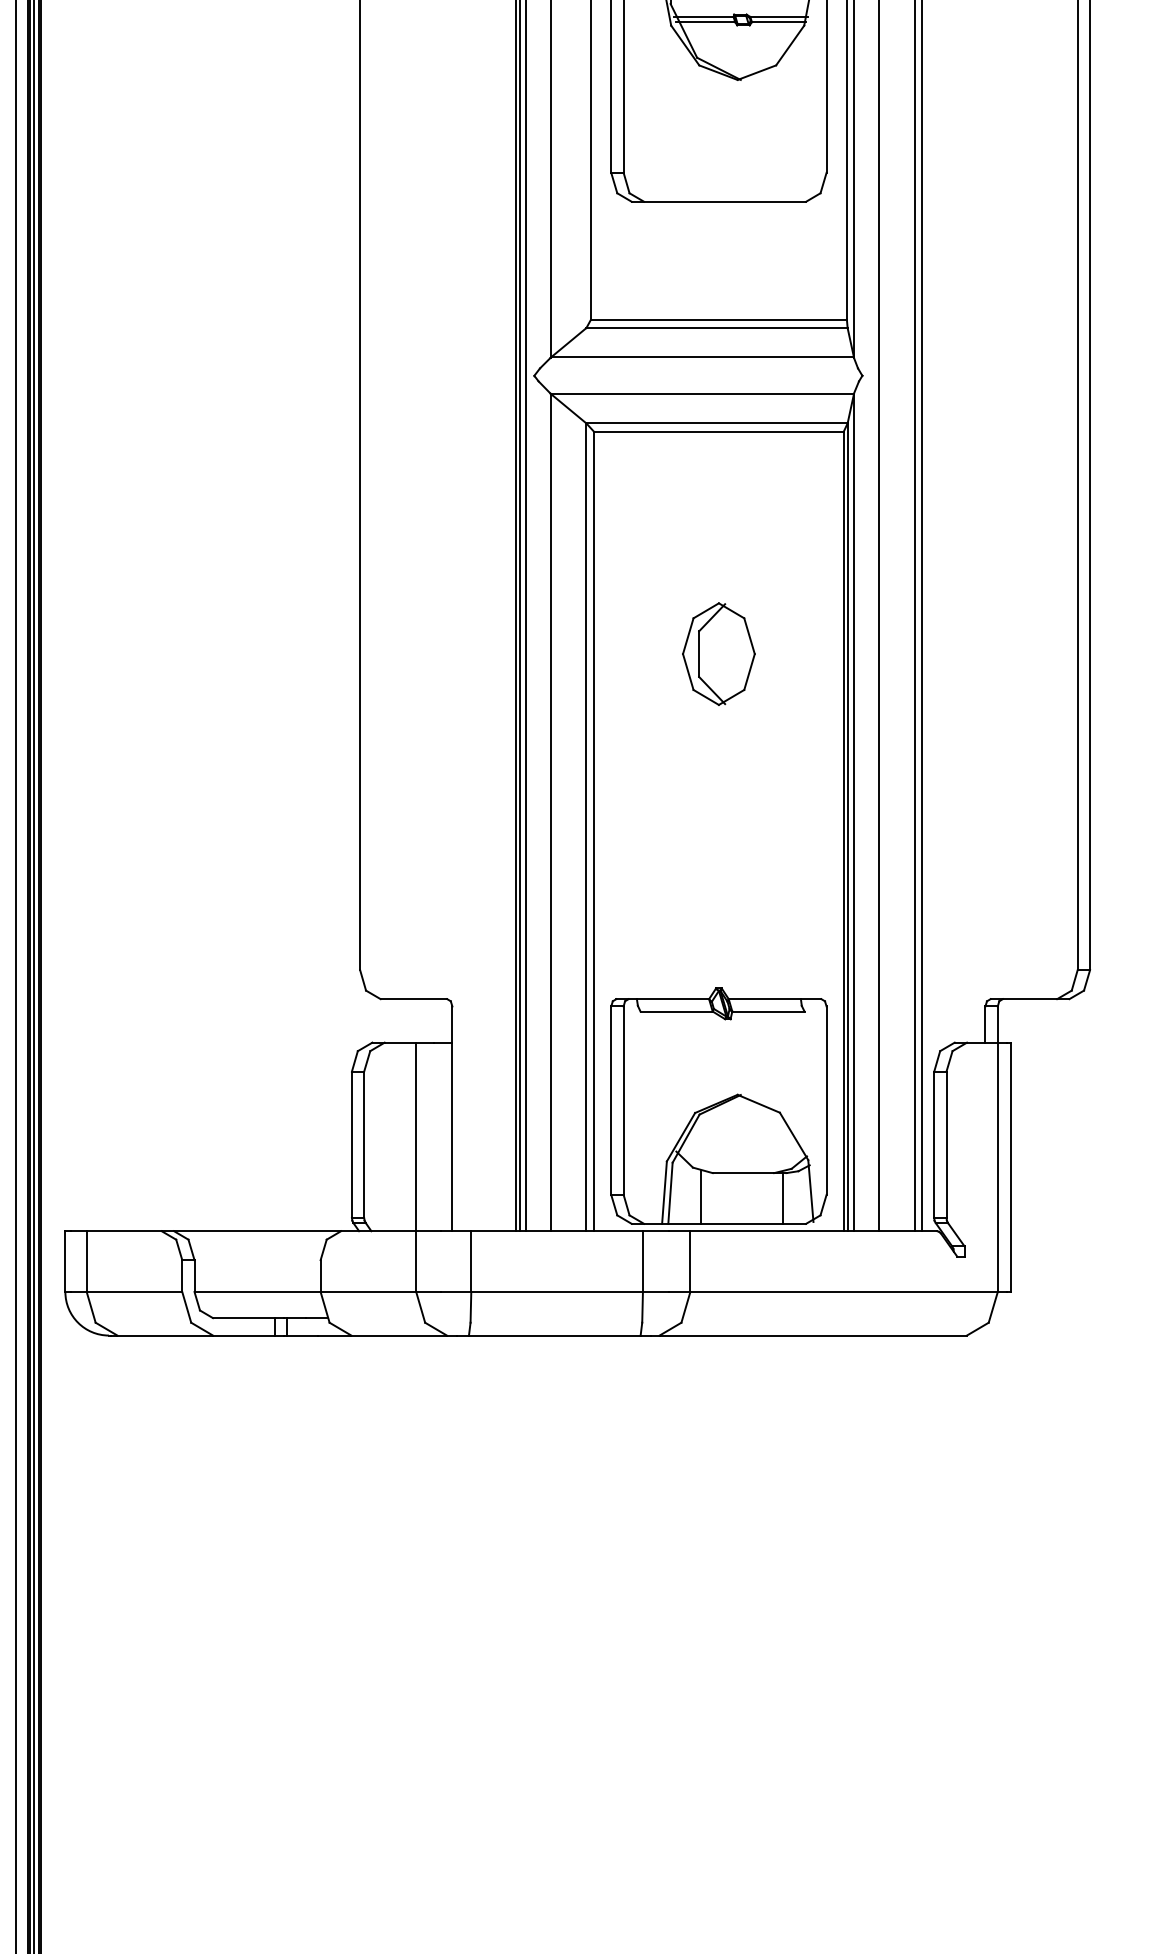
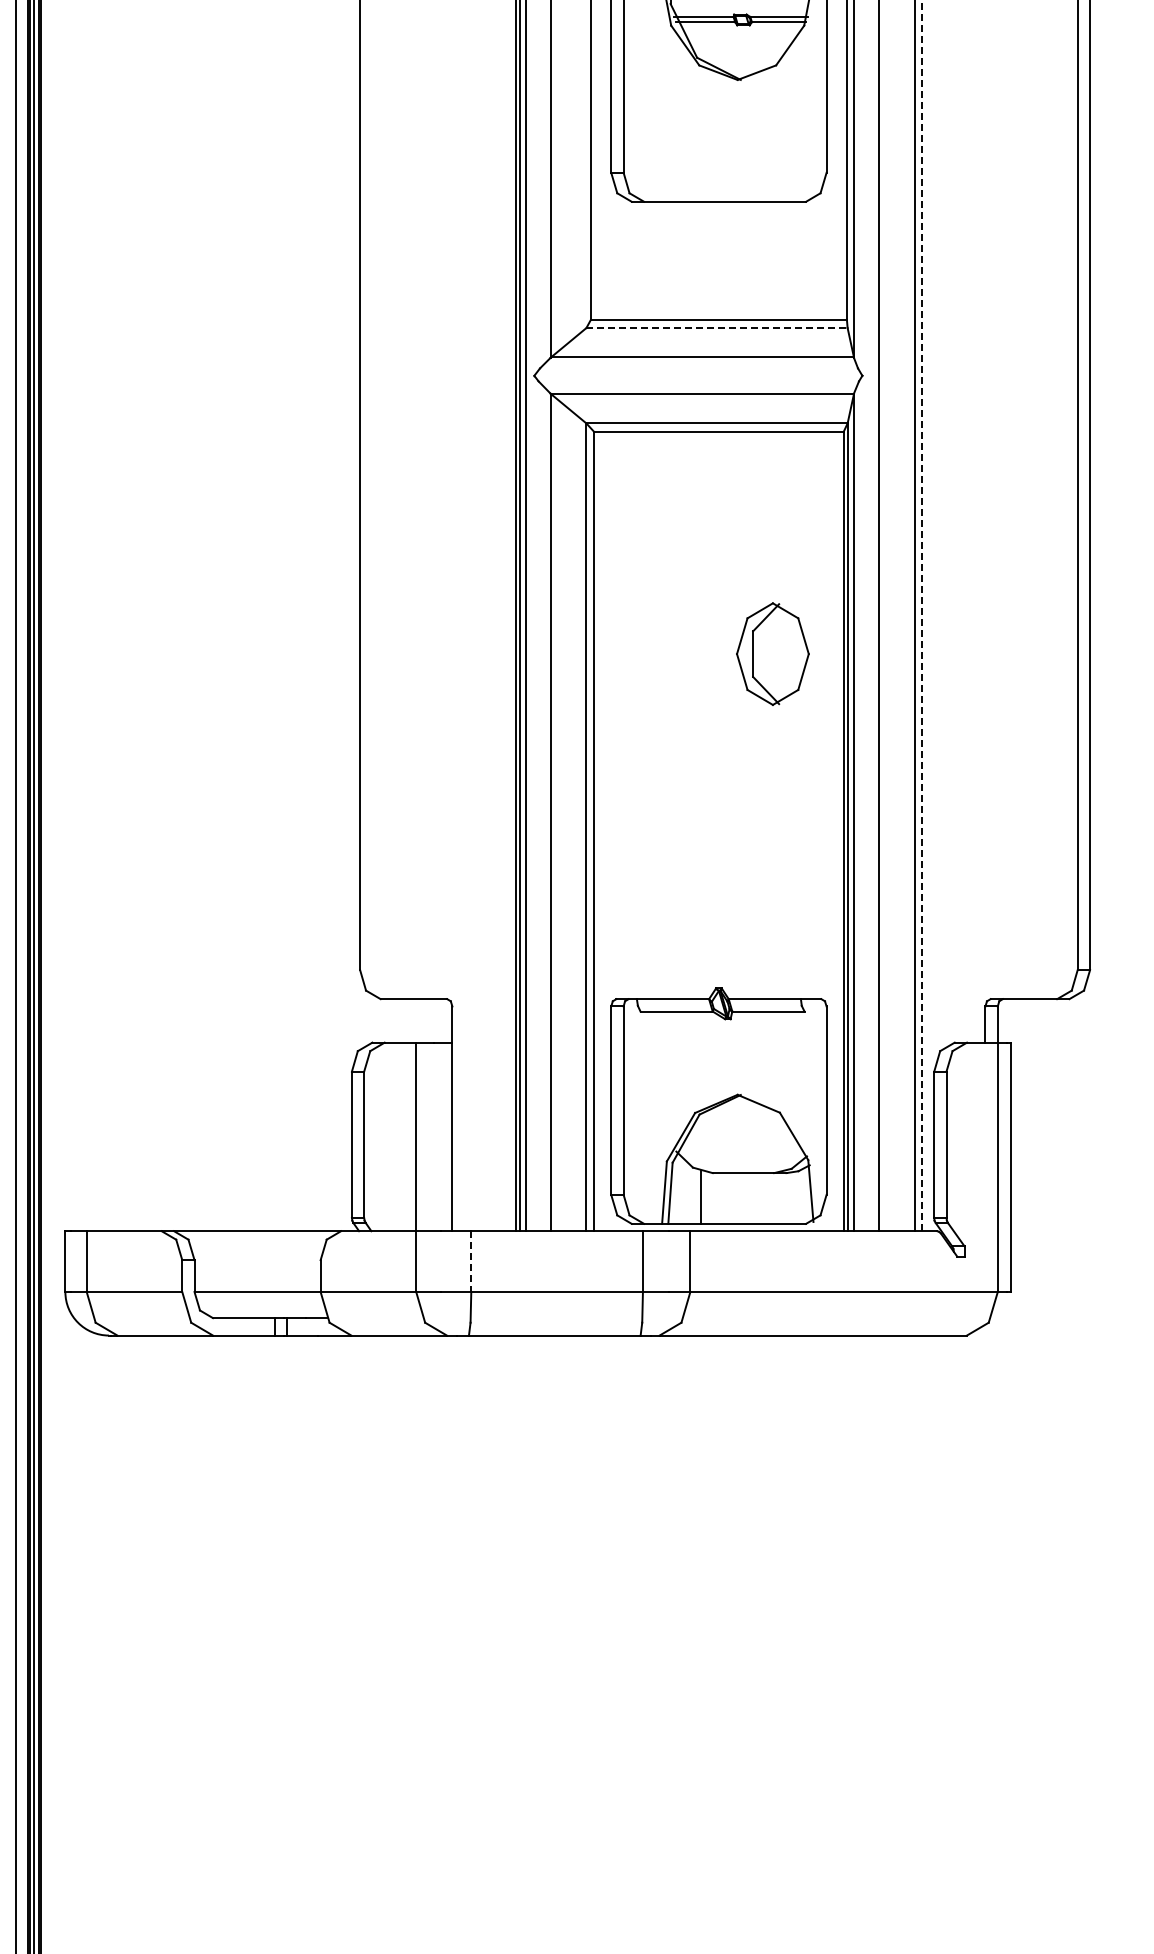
line at (717, 328): solid -> dashed
line at (922, 615): solid -> dashed
part at (718, 653) position: (718, 653) -> (772, 653)
line at (782, 1198): present -> none
line at (471, 1262): solid -> dashed
